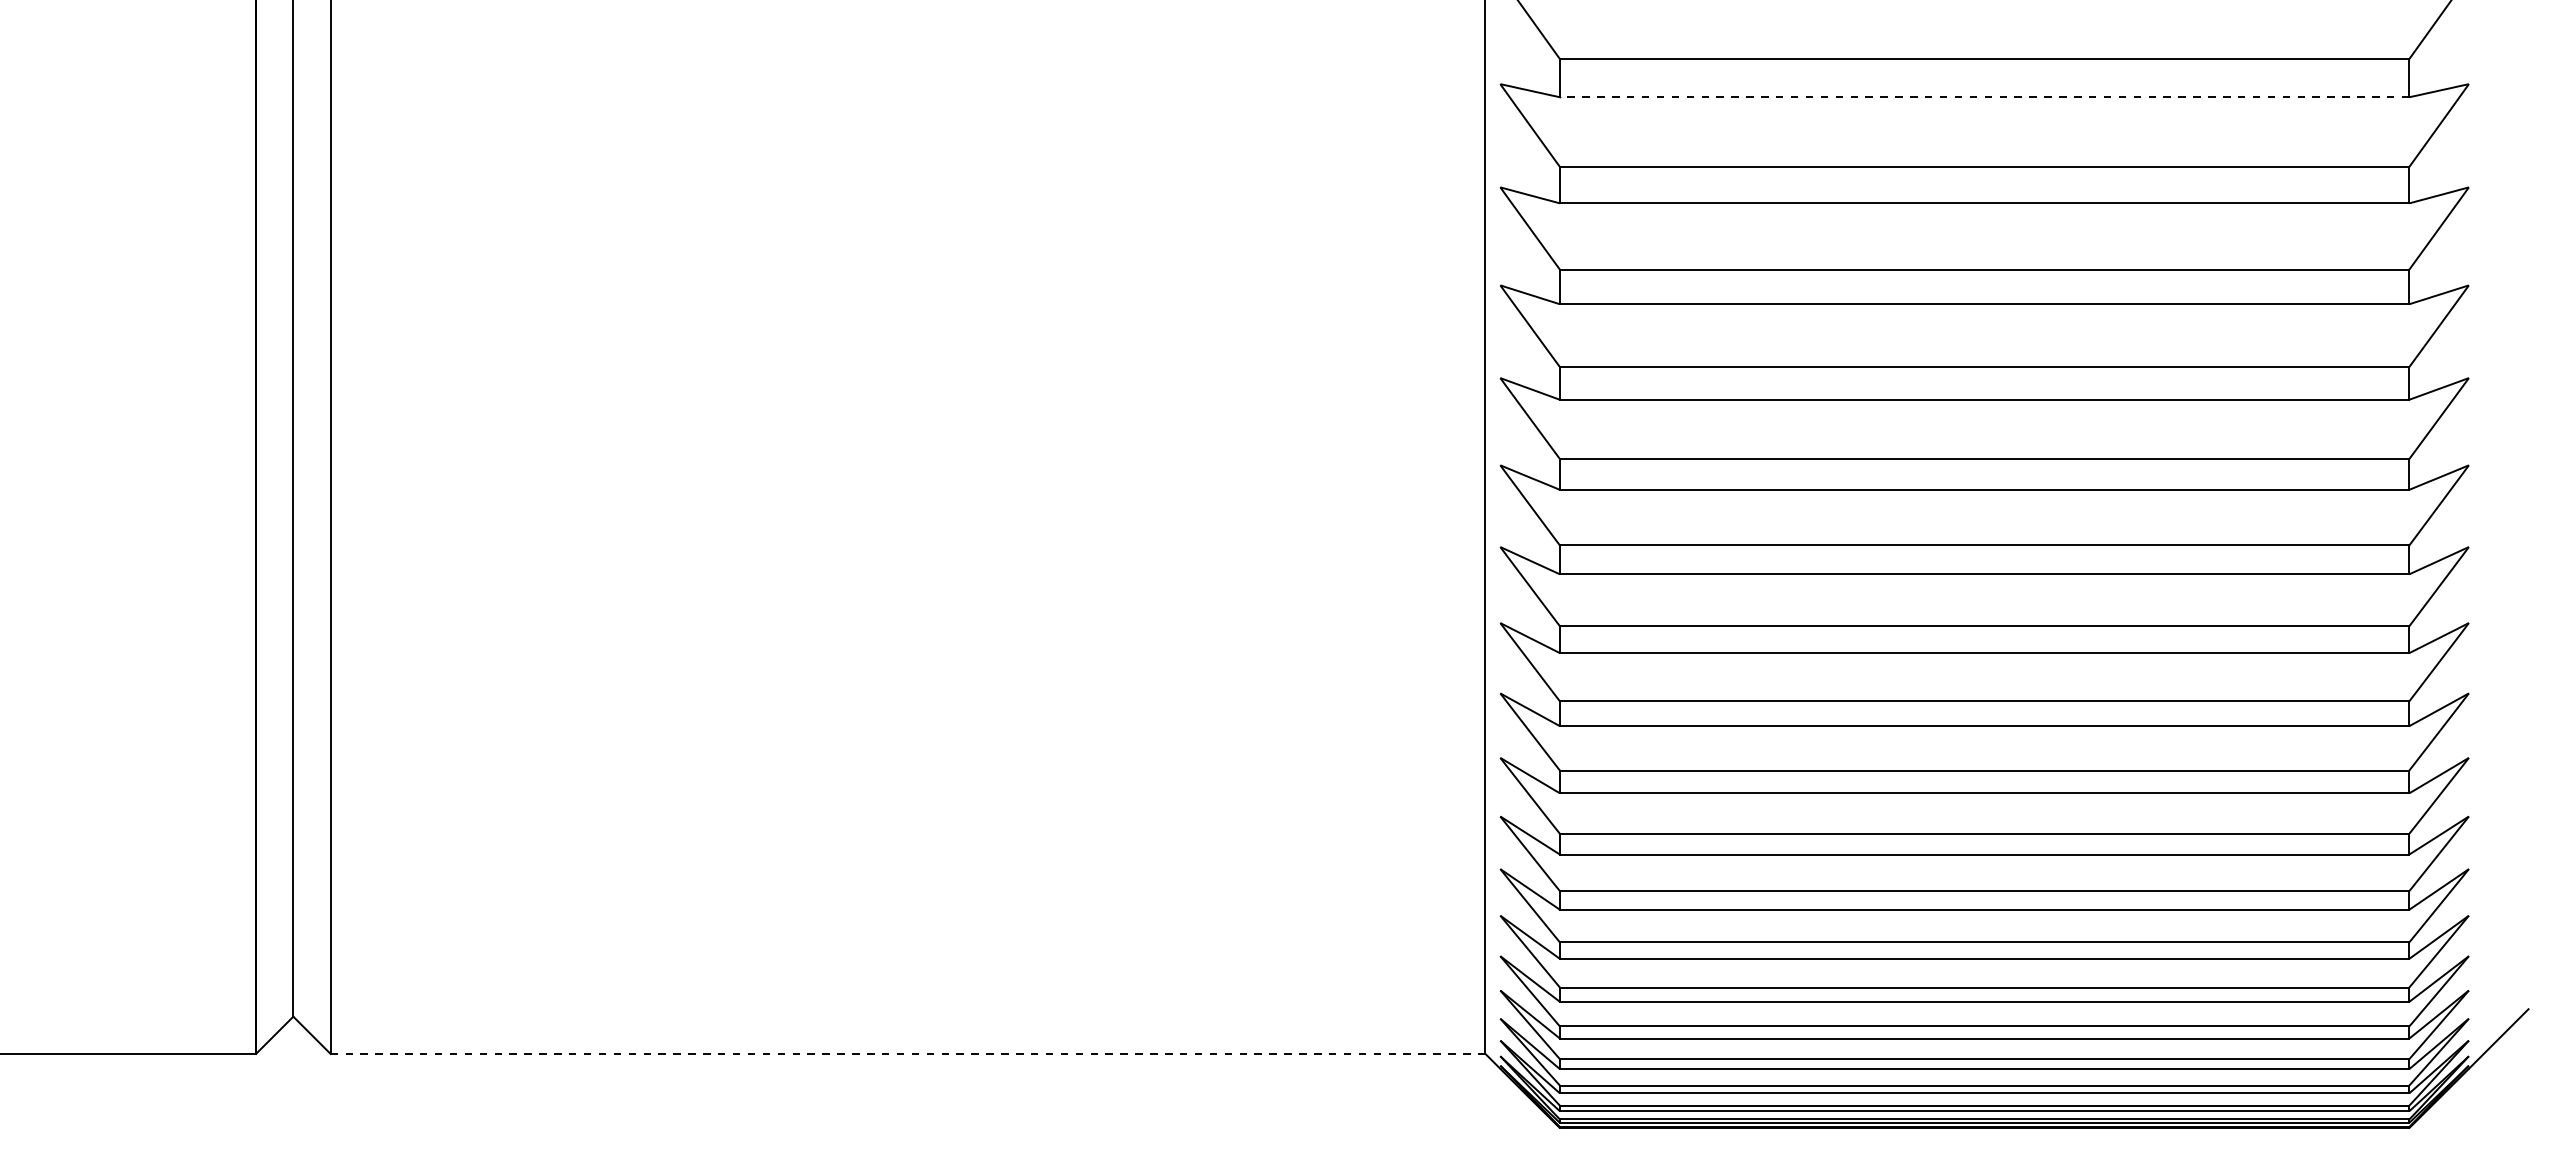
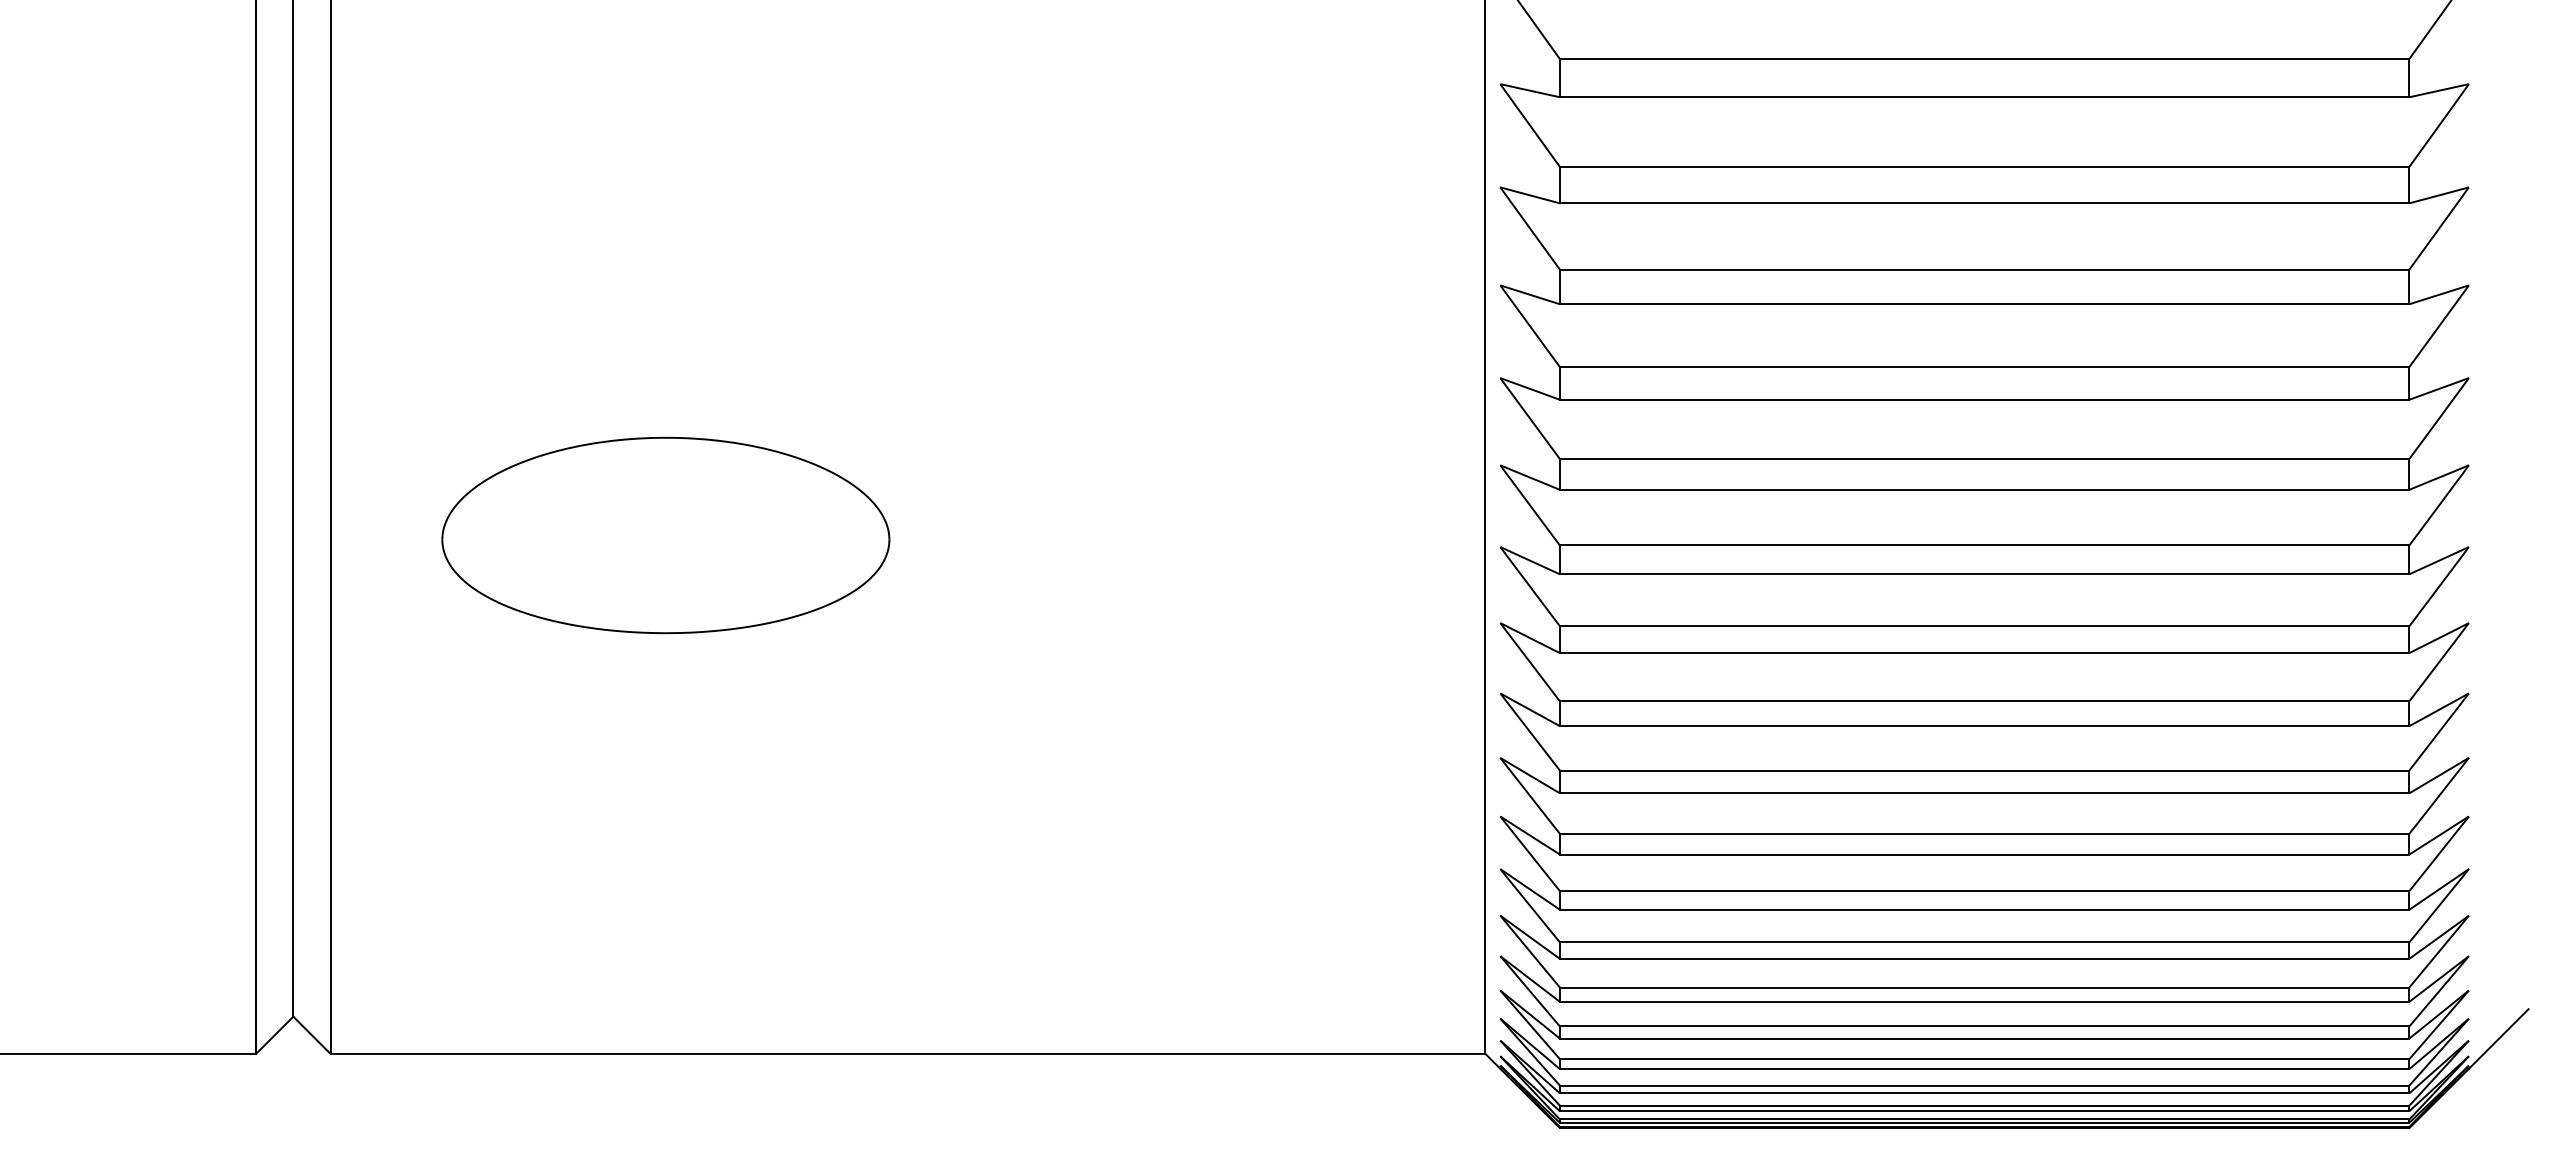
line at (1984, 97): dashed -> solid
part at (665, 535): none -> present
line at (908, 1053): dashed -> solid
